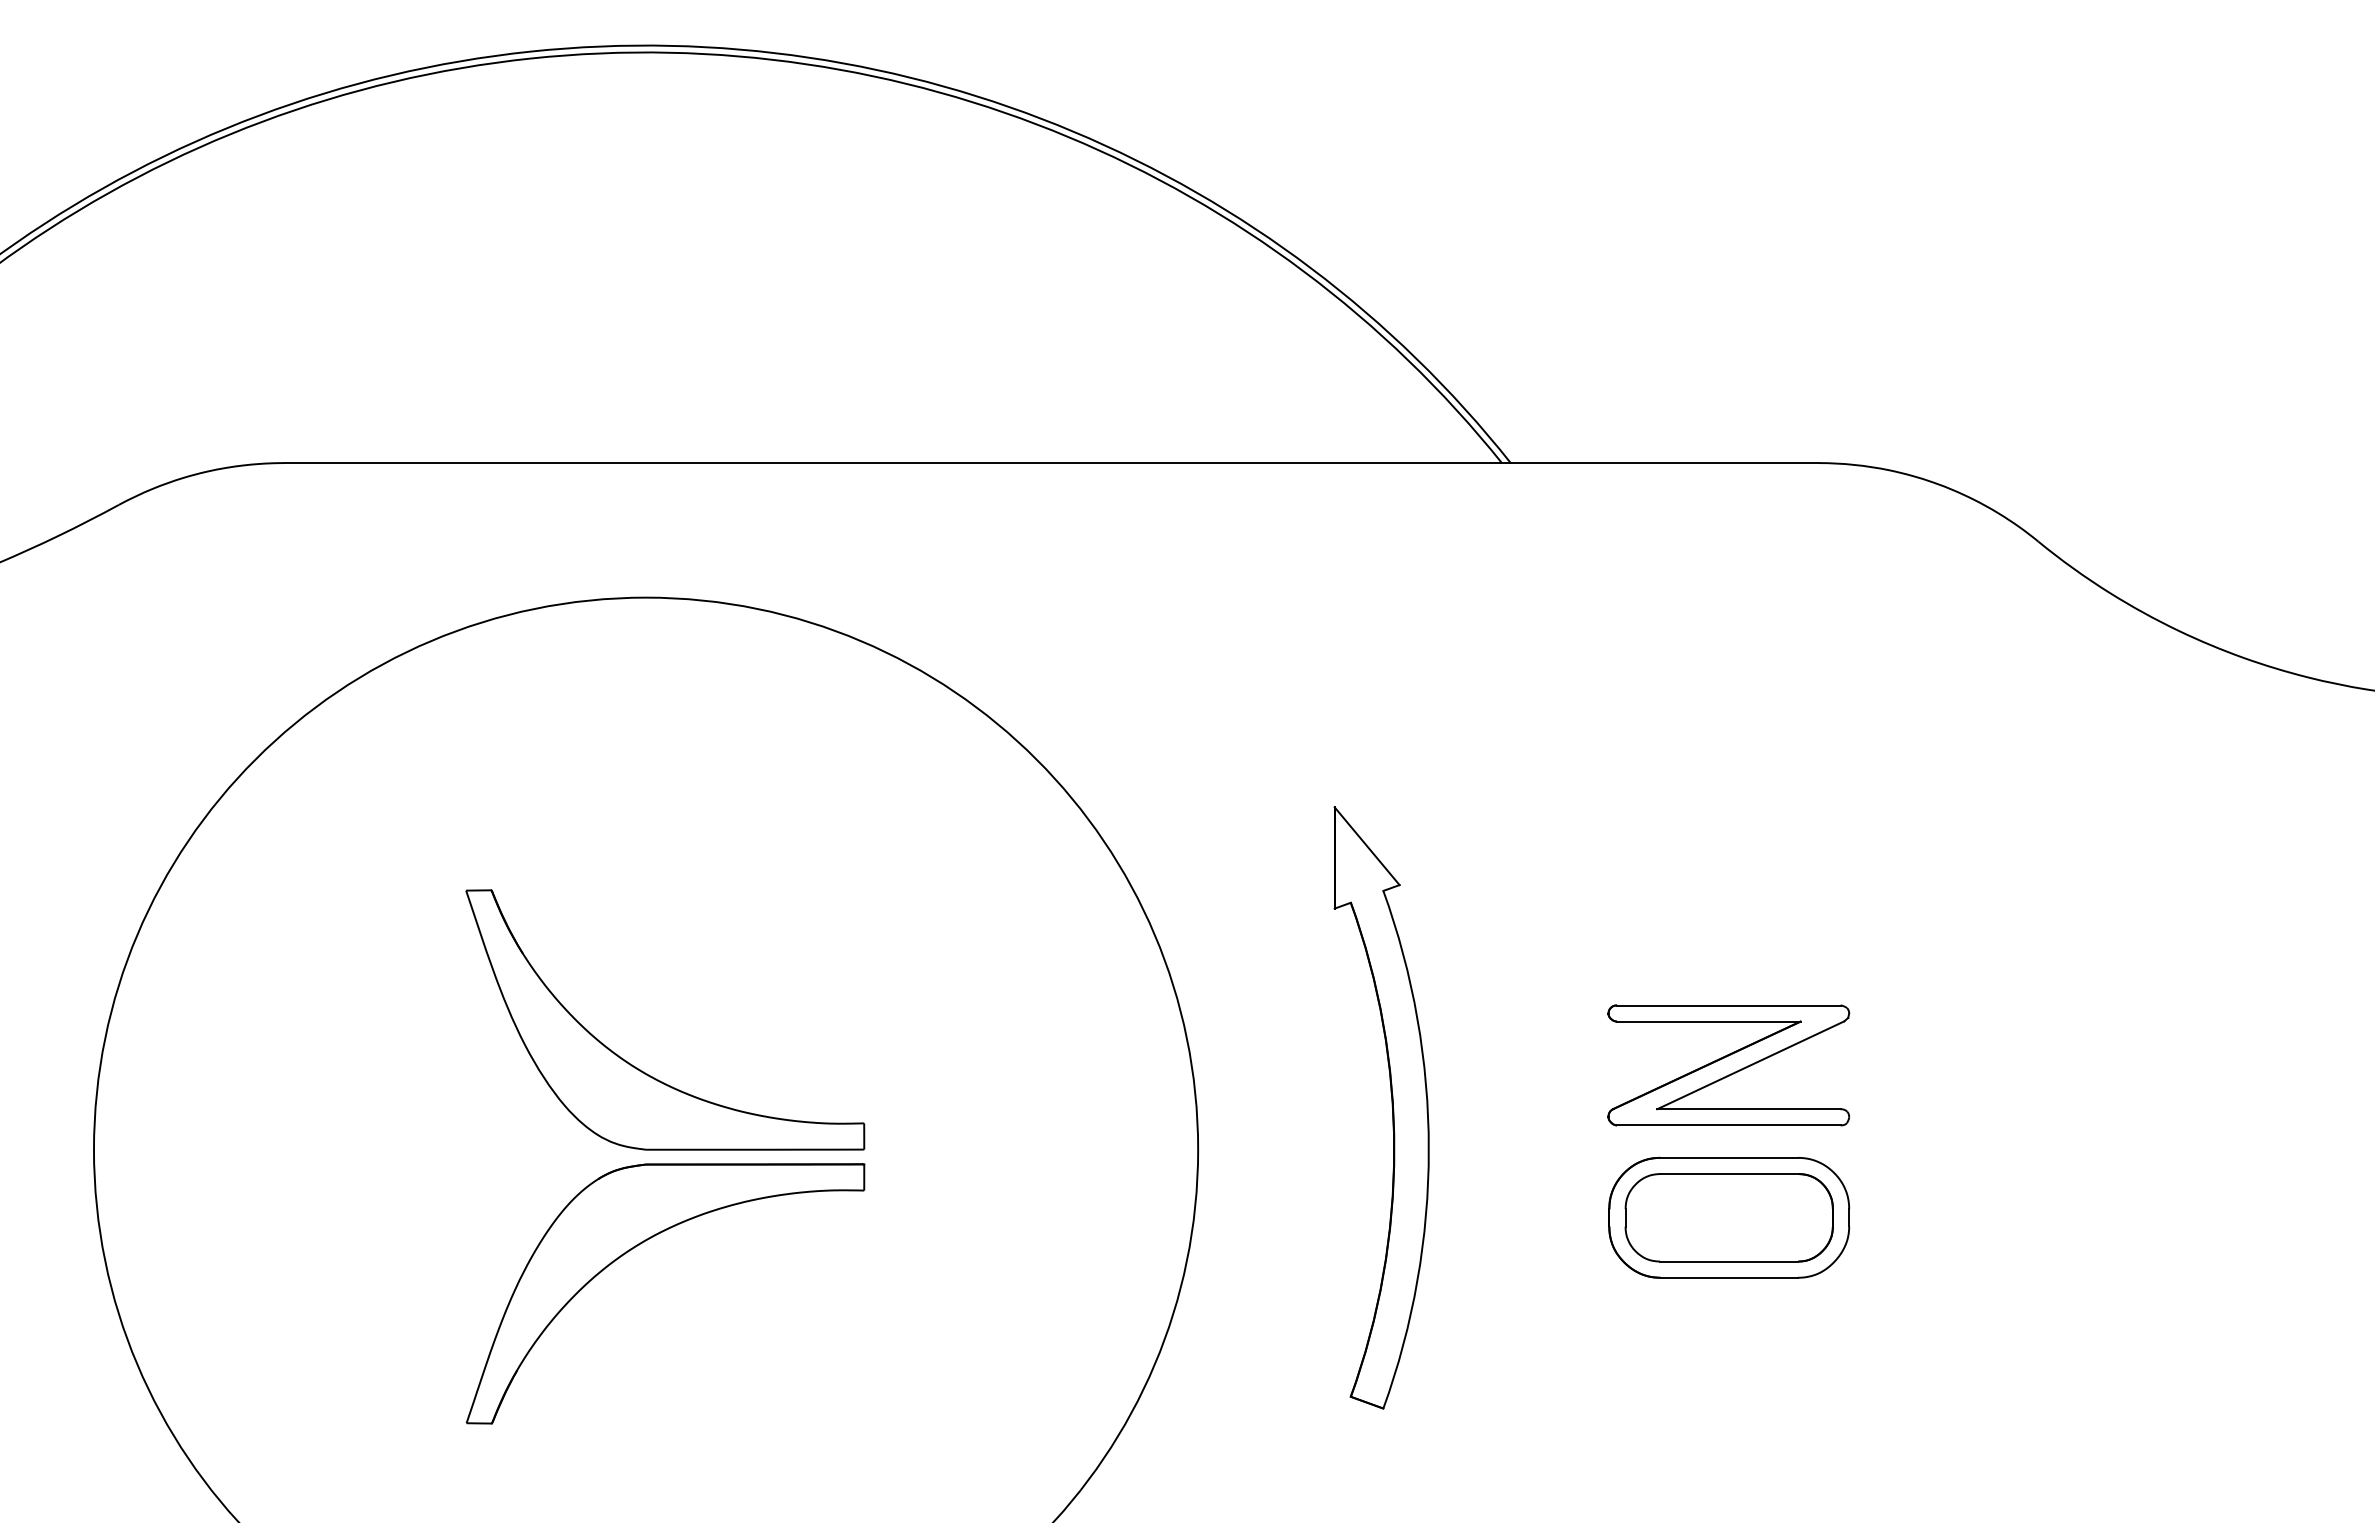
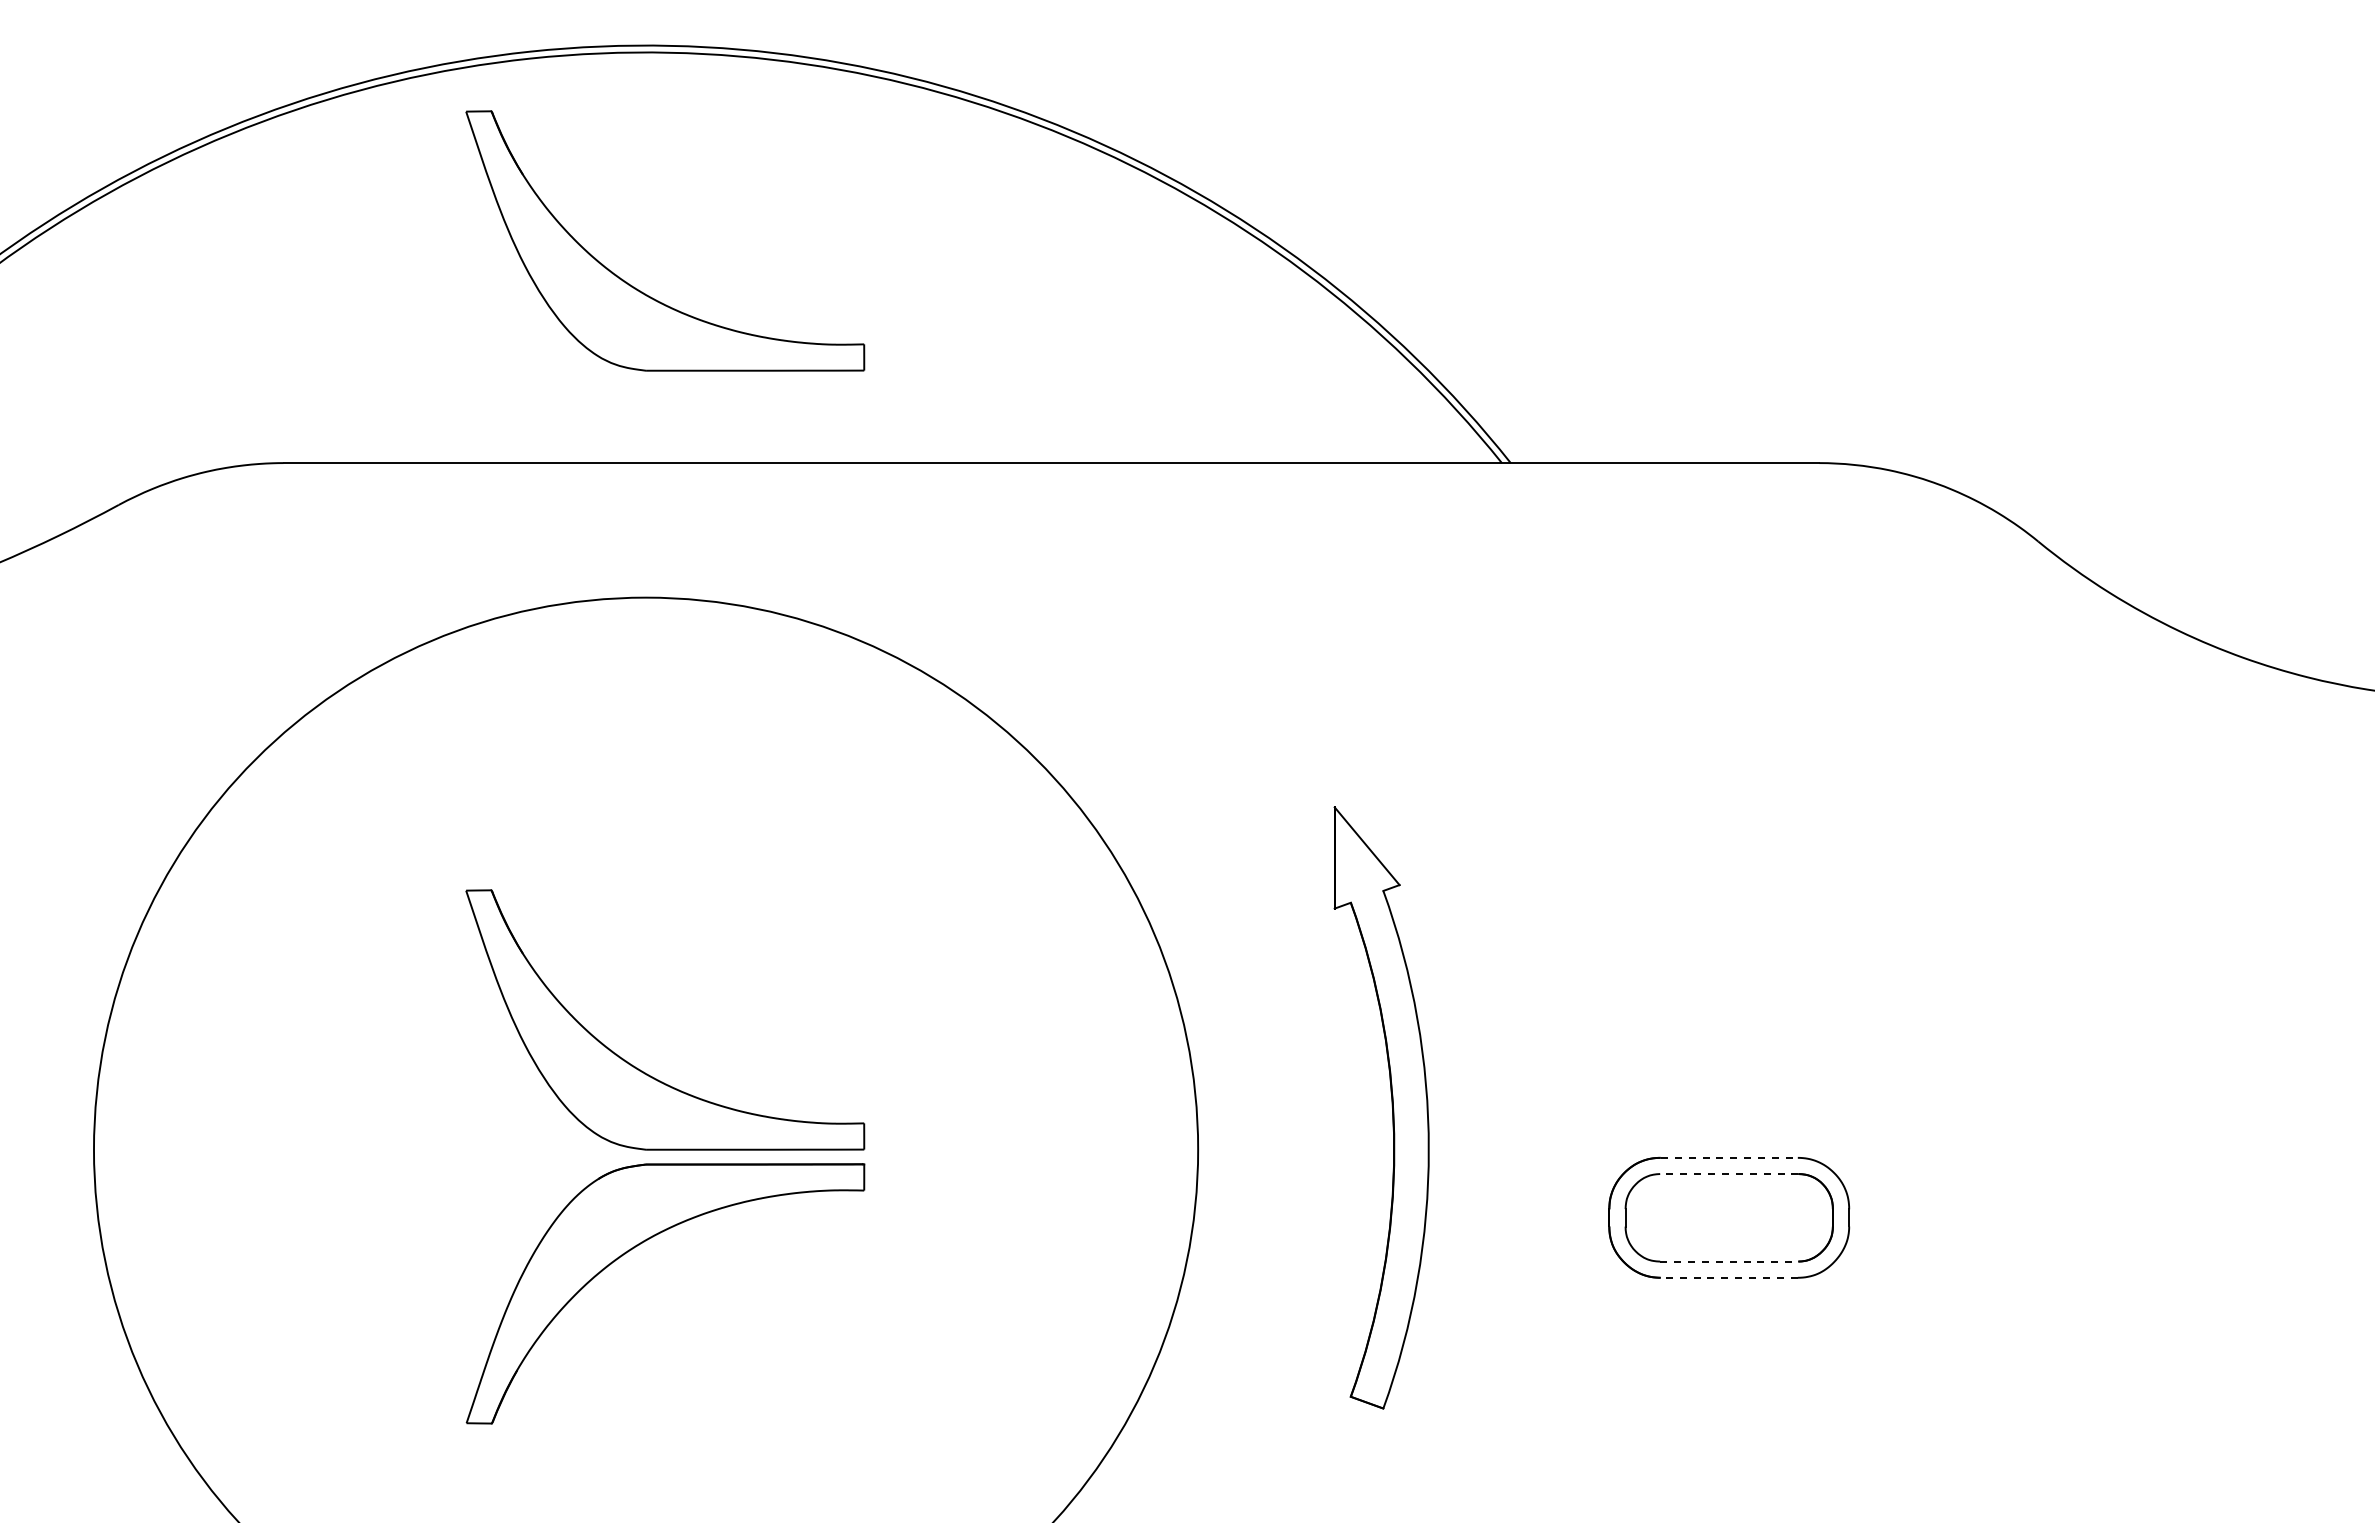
part at (637, 288): none -> present
part at (1728, 1065): present -> none
line at (1729, 1157): solid -> dashed
line at (1728, 1174): solid -> dashed
line at (1729, 1261): solid -> dashed
line at (1729, 1277): solid -> dashed
